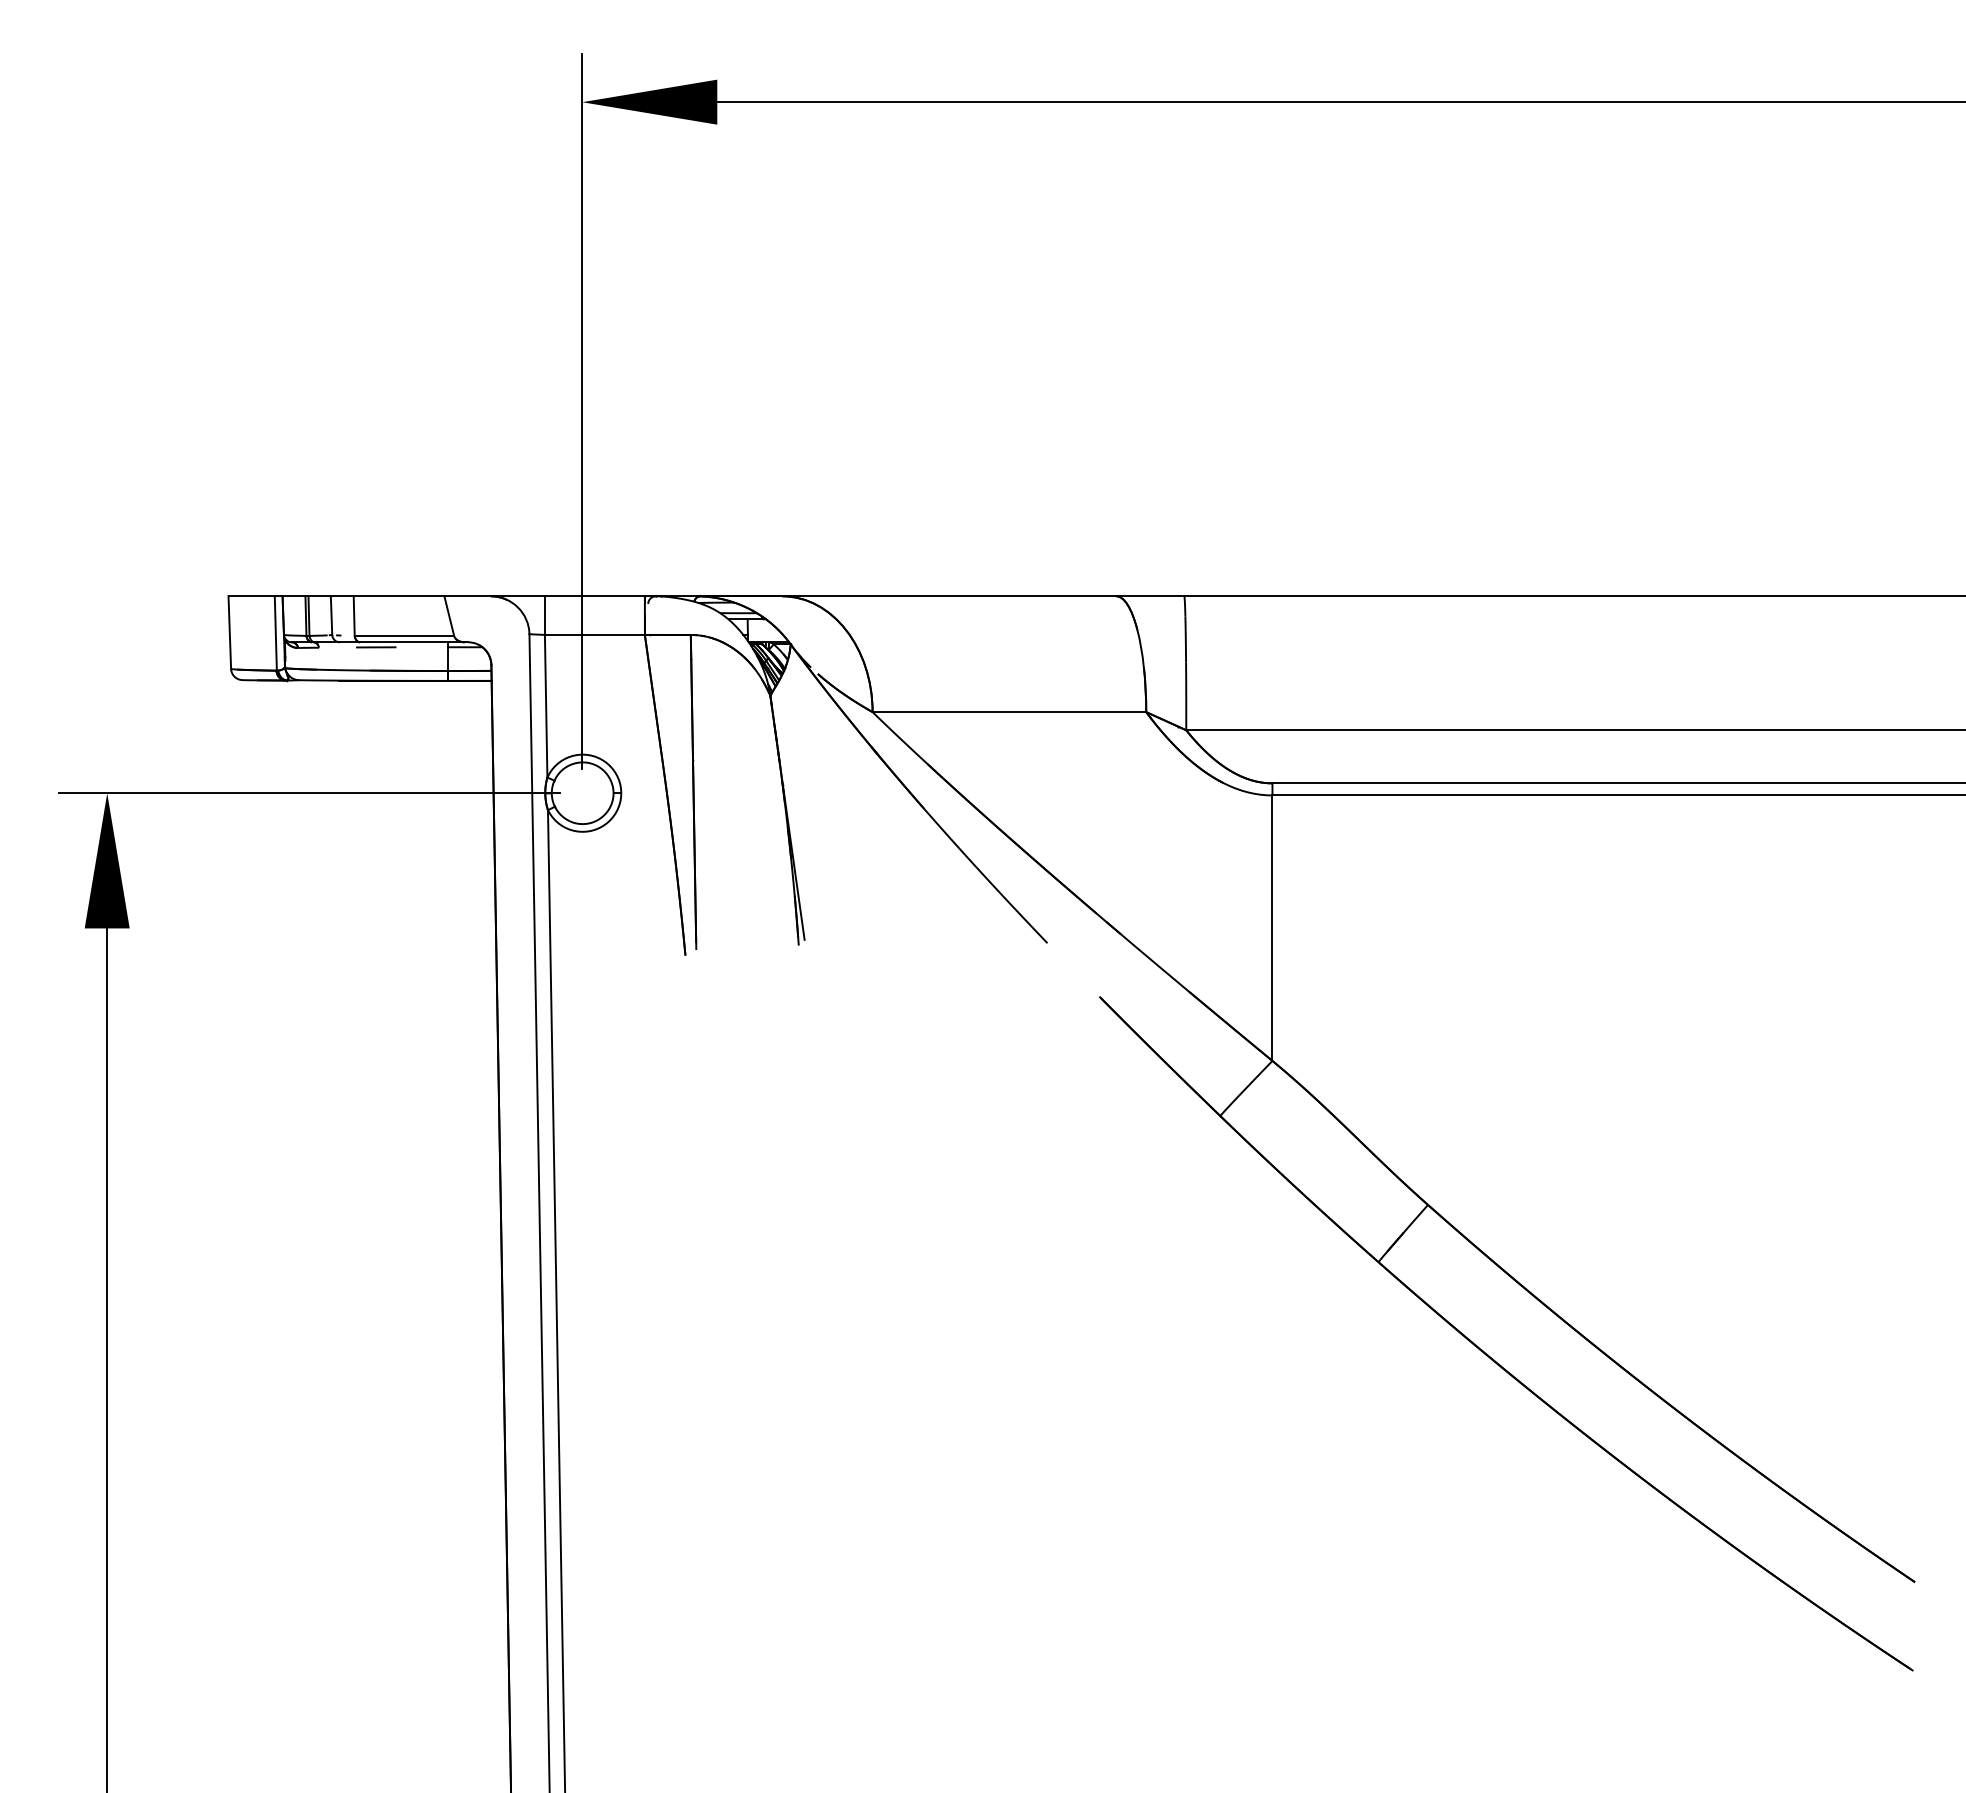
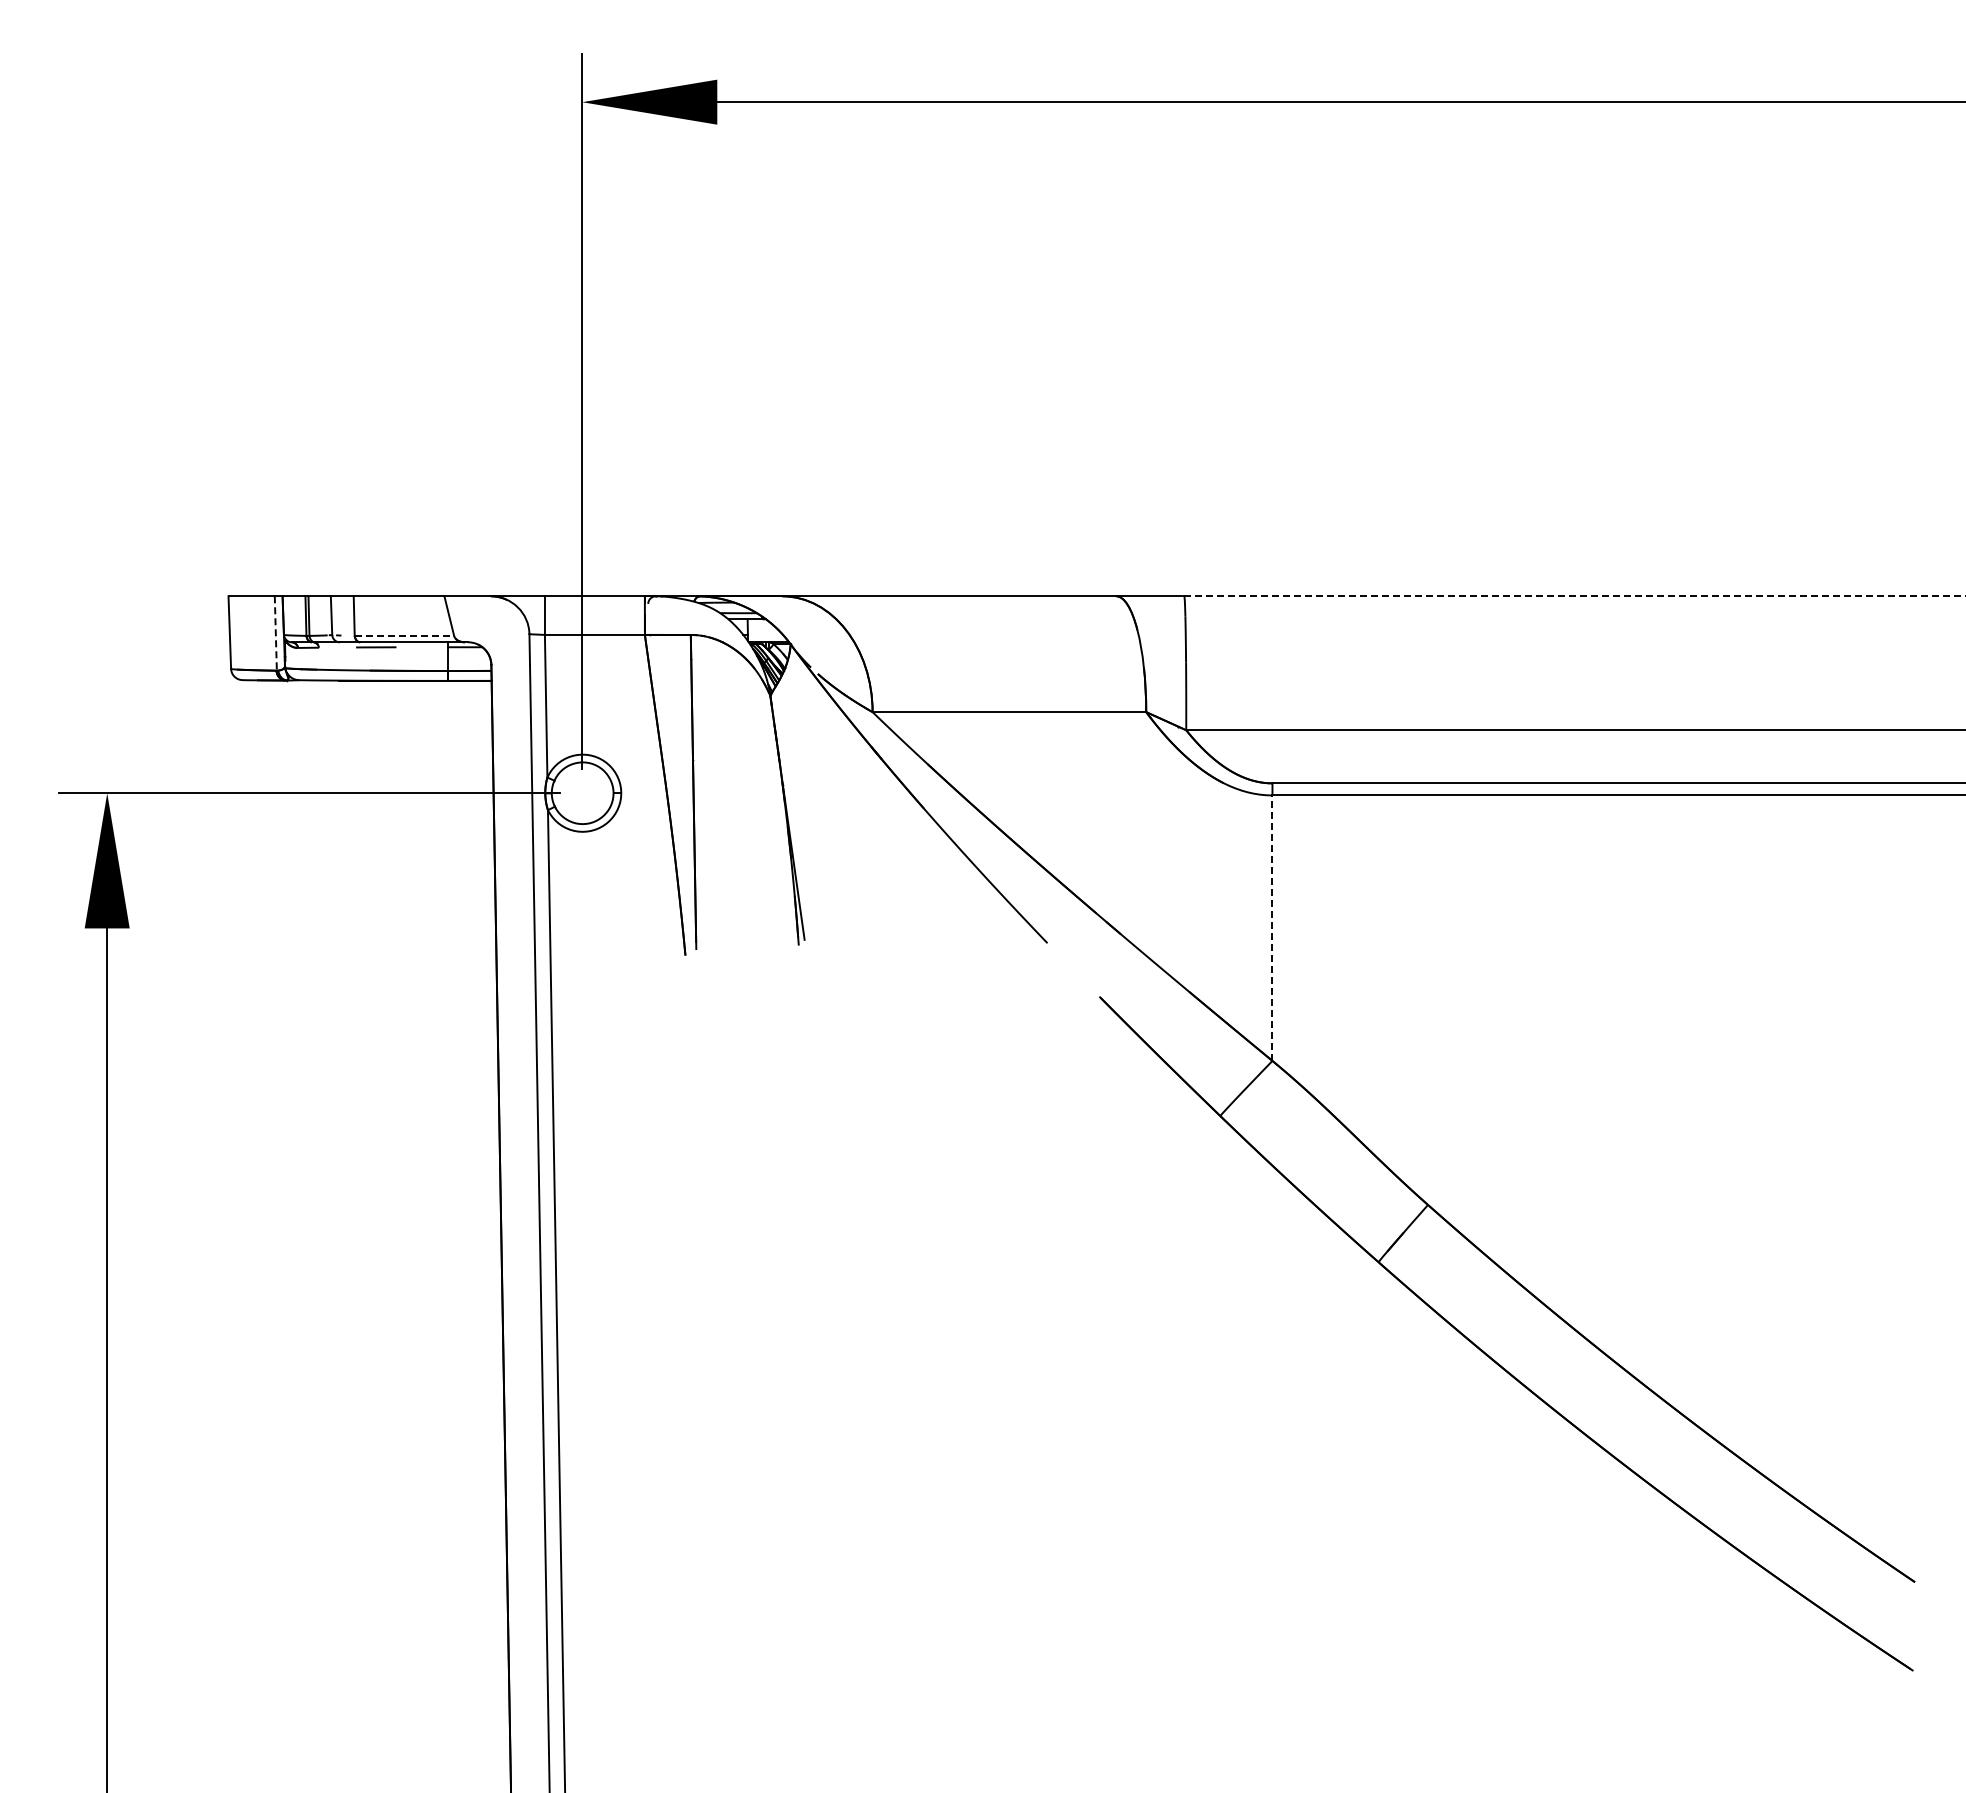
line at (1575, 596): solid -> dashed
line at (275, 634): solid -> dashed
line at (404, 635): solid -> dashed
line at (1272, 928): solid -> dashed
